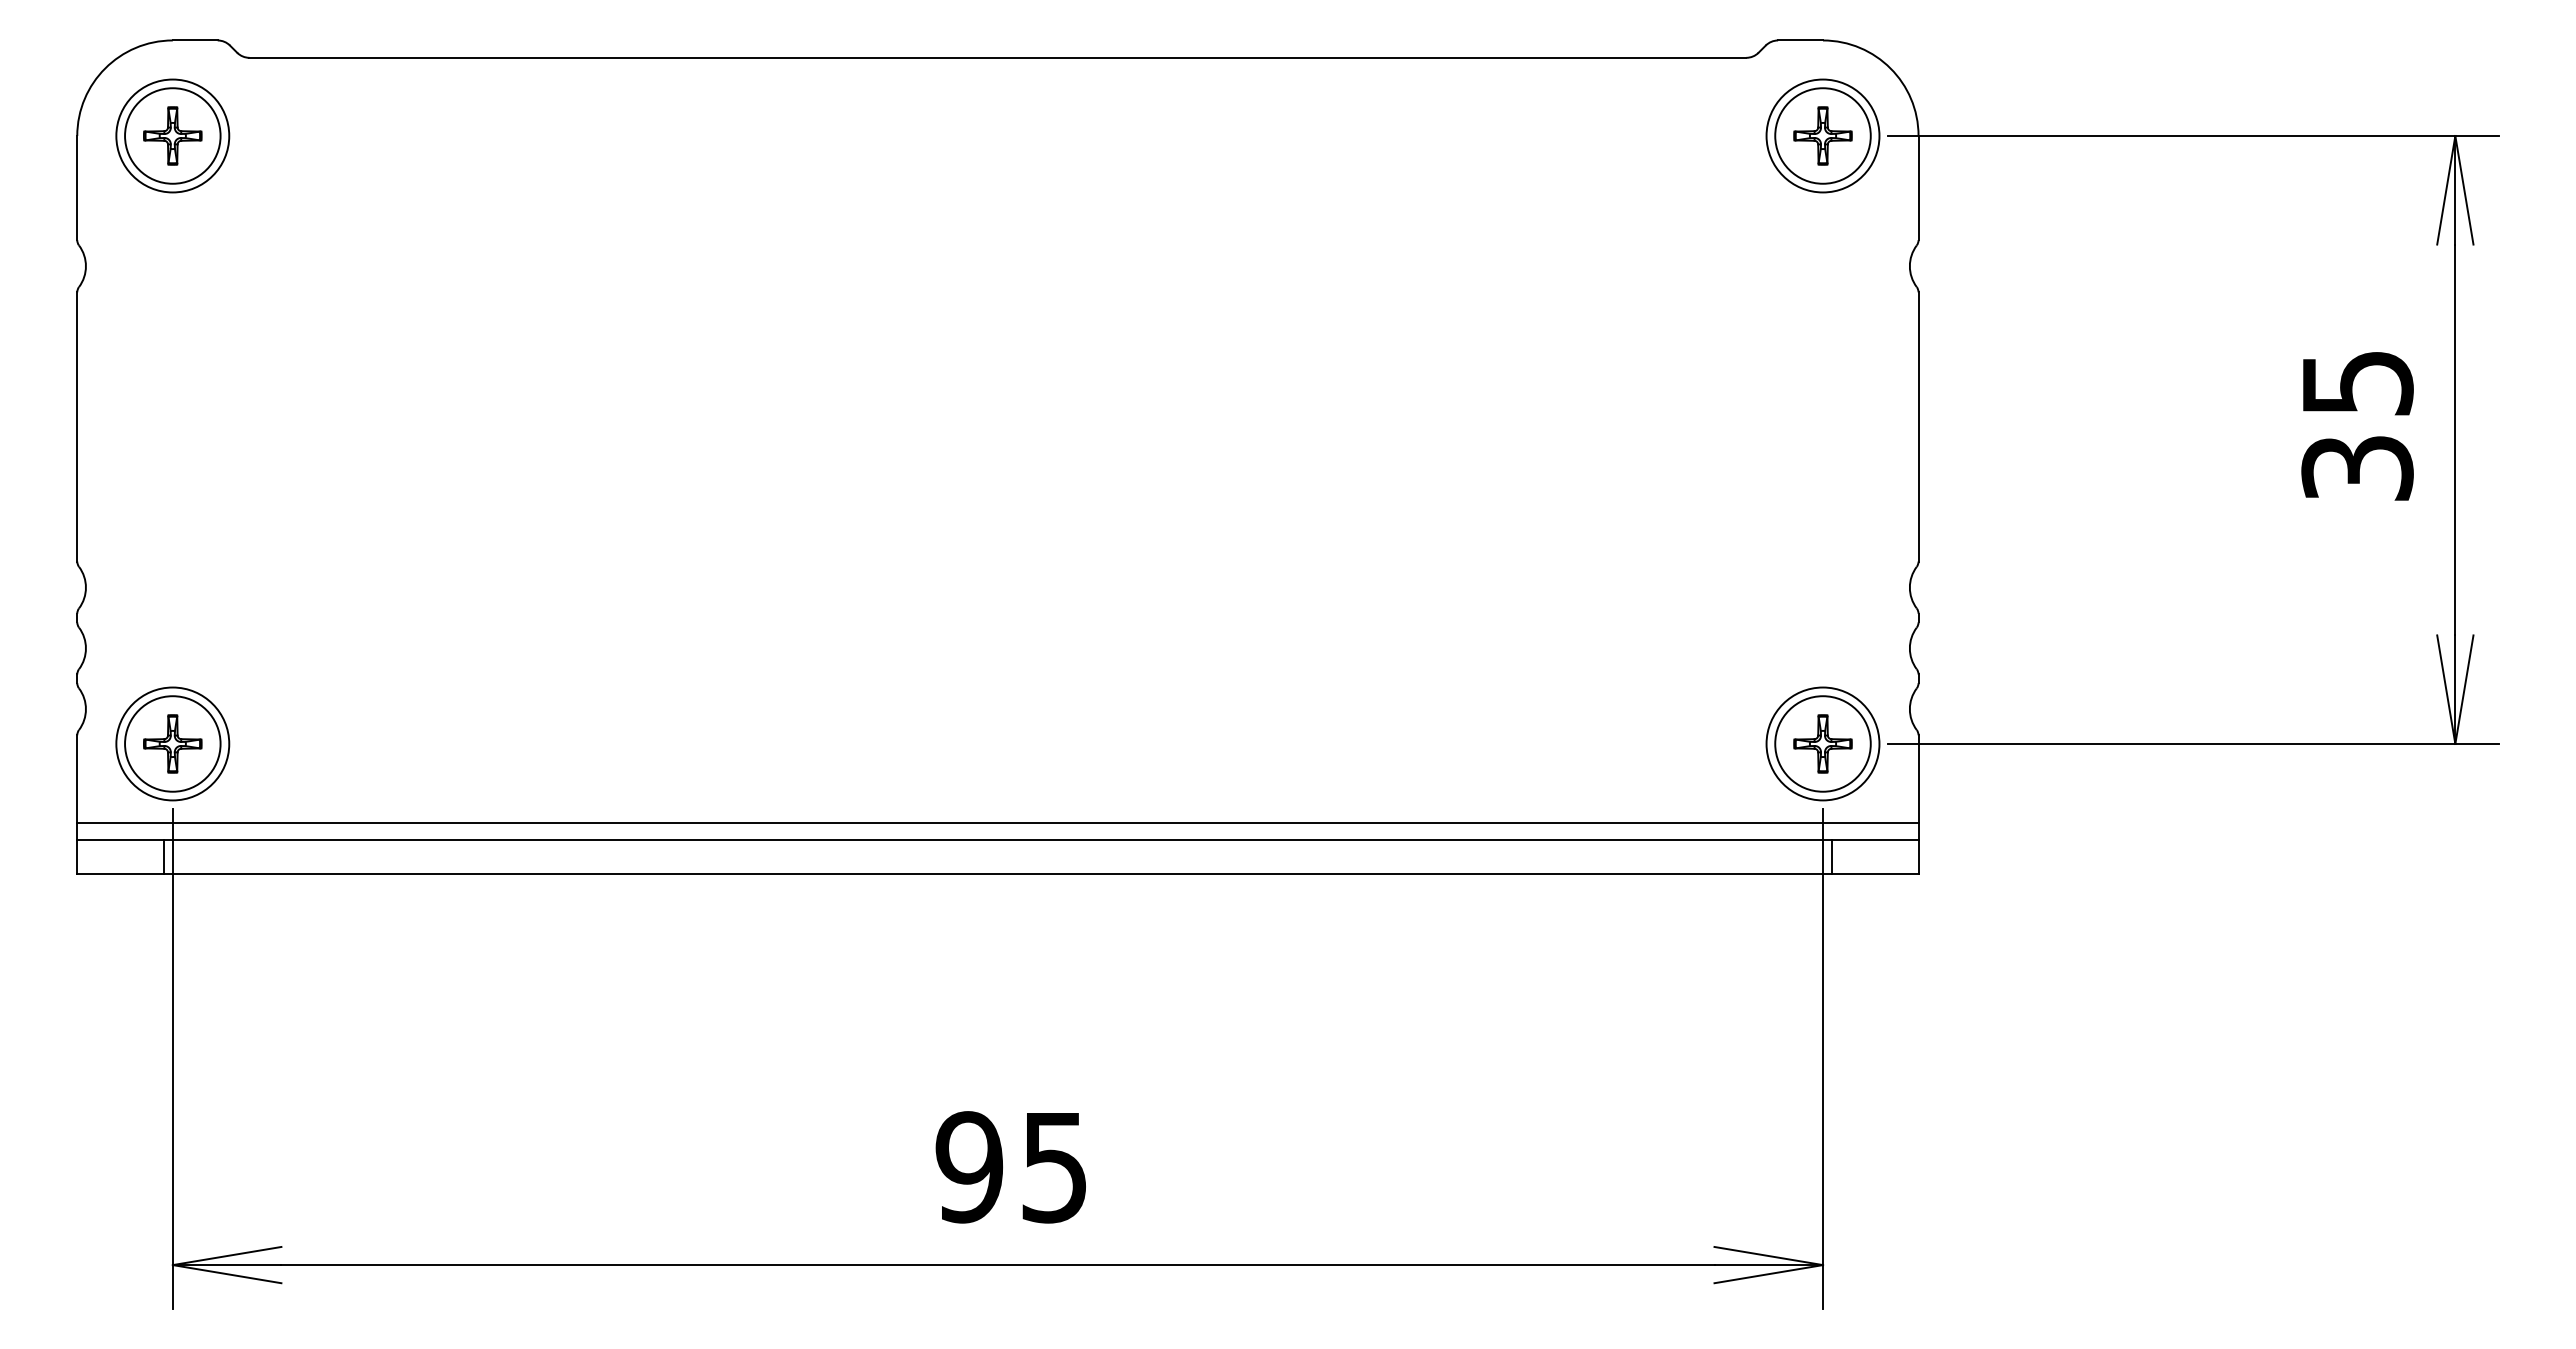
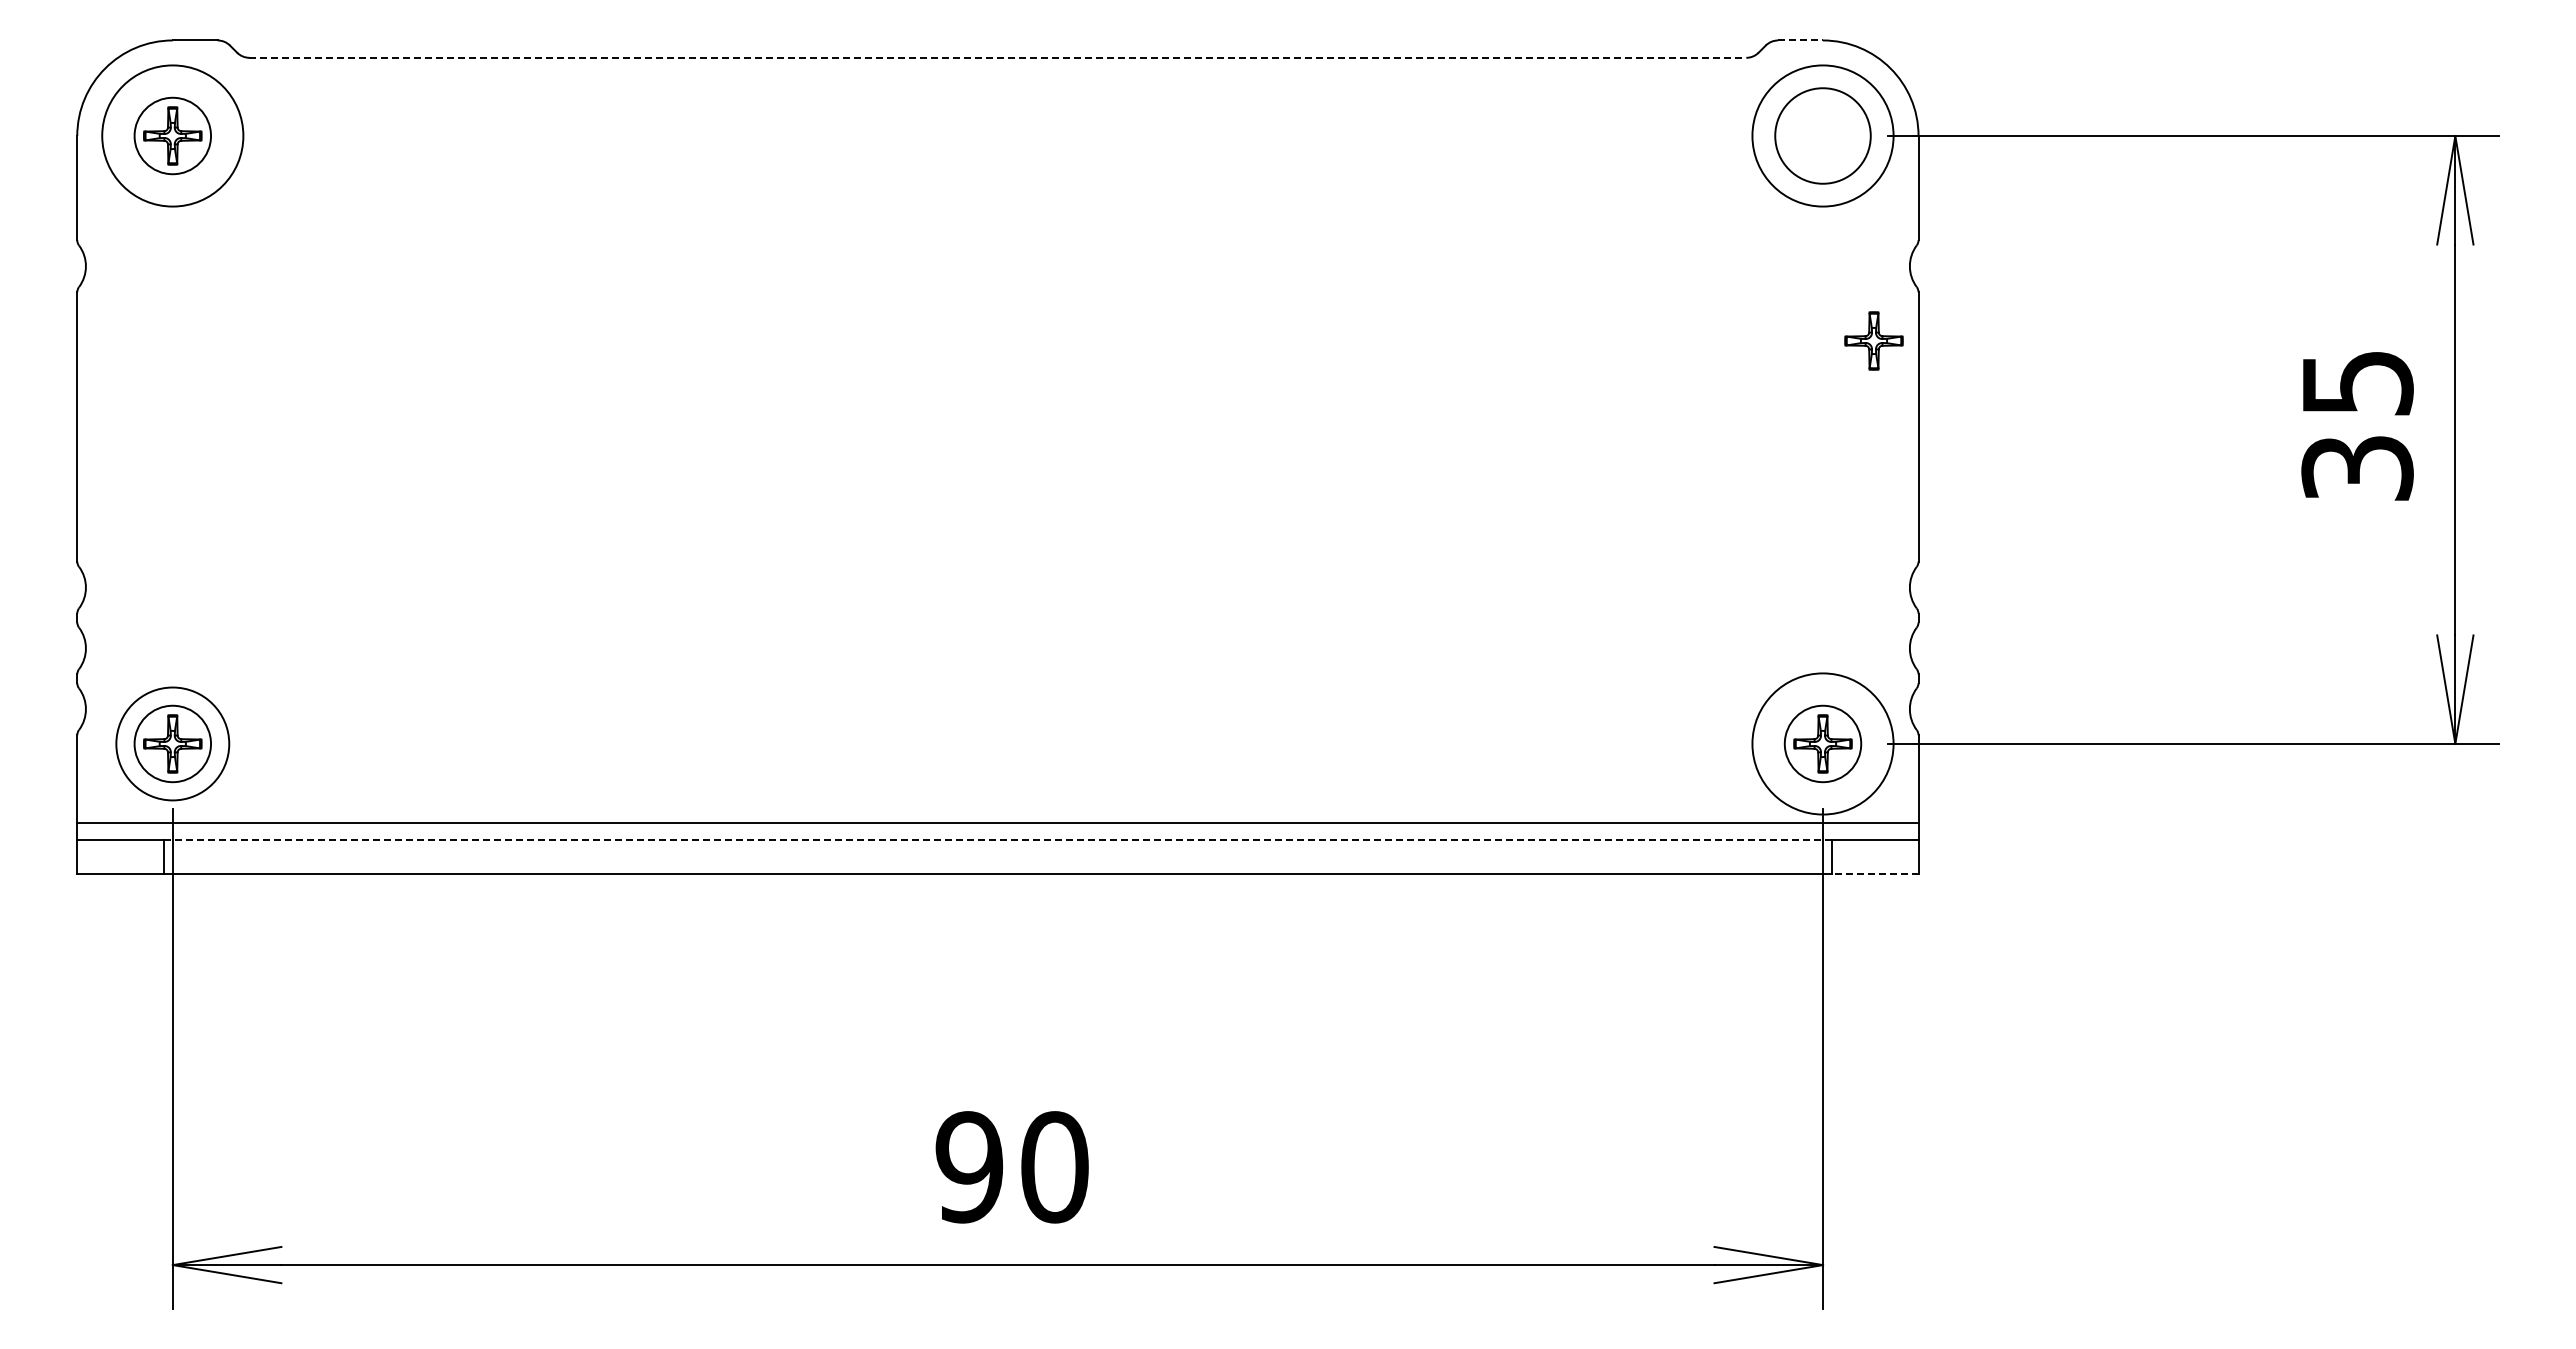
line at (1801, 40): solid -> dashed
line at (998, 57): solid -> dashed
circle at (172, 135) diameter: 113 px -> 141 px
circle at (172, 135) diameter: 96 px -> 76 px
circle at (1822, 135) diameter: 113 px -> 141 px
part at (1822, 135) position: (1822, 135) -> (1873, 340)
circle at (172, 743) diameter: 96 px -> 76 px
circle at (1822, 743) diameter: 113 px -> 141 px
circle at (1822, 743) diameter: 96 px -> 76 px
line at (997, 839): solid -> dashed
line at (1874, 874): solid -> dashed
text at (1054, 1167): 95 -> 90
